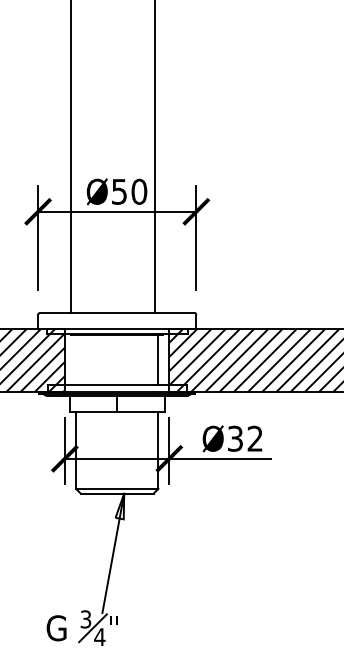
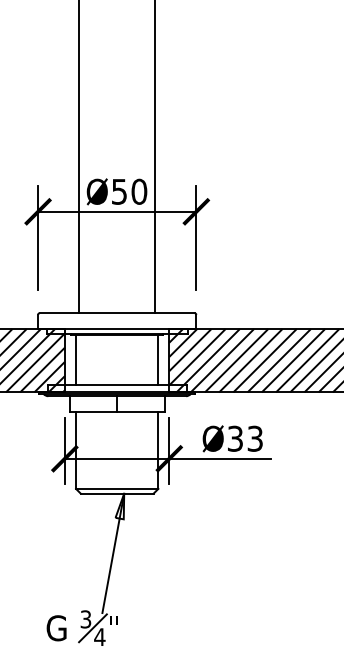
line at (71, 157) position: (71, 157) -> (79, 157)
line at (76, 360): none -> present
text at (254, 438): Ø32 -> Ø33
